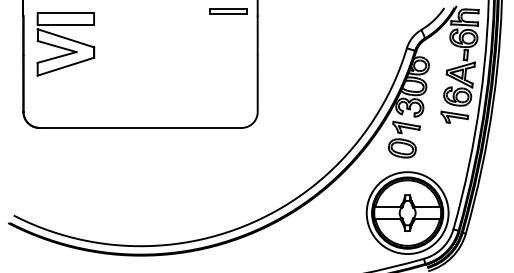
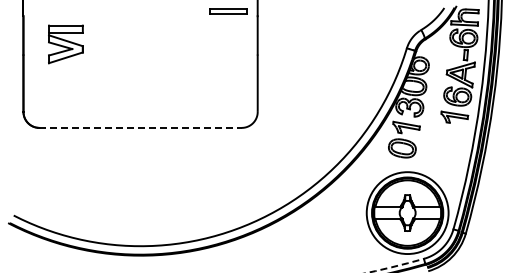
part at (65, 44) size: 60x65 px -> 36x41 px
line at (141, 127): solid -> dashed
arc at (395, 266): solid -> dashed
